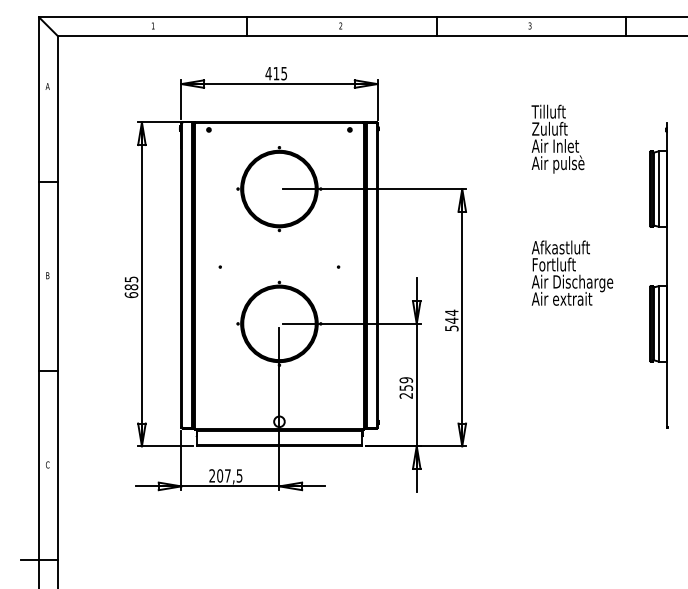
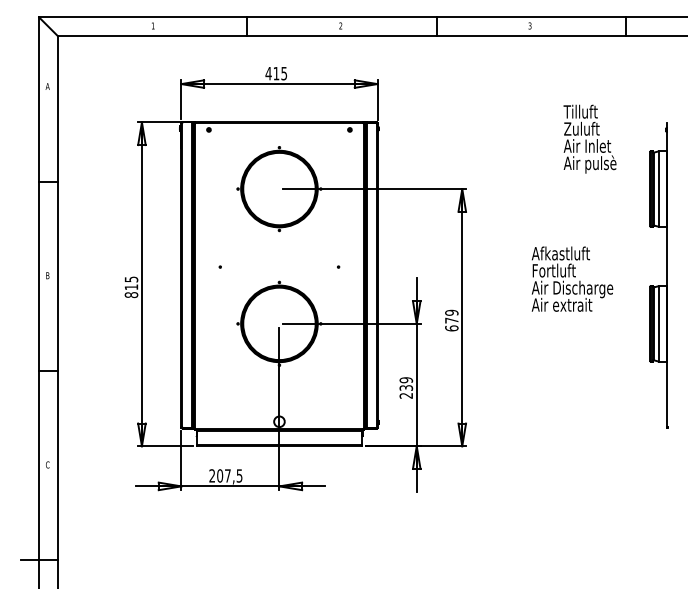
text at (557, 138) position: (557, 138) -> (589, 138)
text at (572, 272) position: (572, 272) -> (572, 278)
text at (131, 291): 685 -> 815
text at (451, 320): 544 -> 679
text at (405, 387): 259 -> 239
